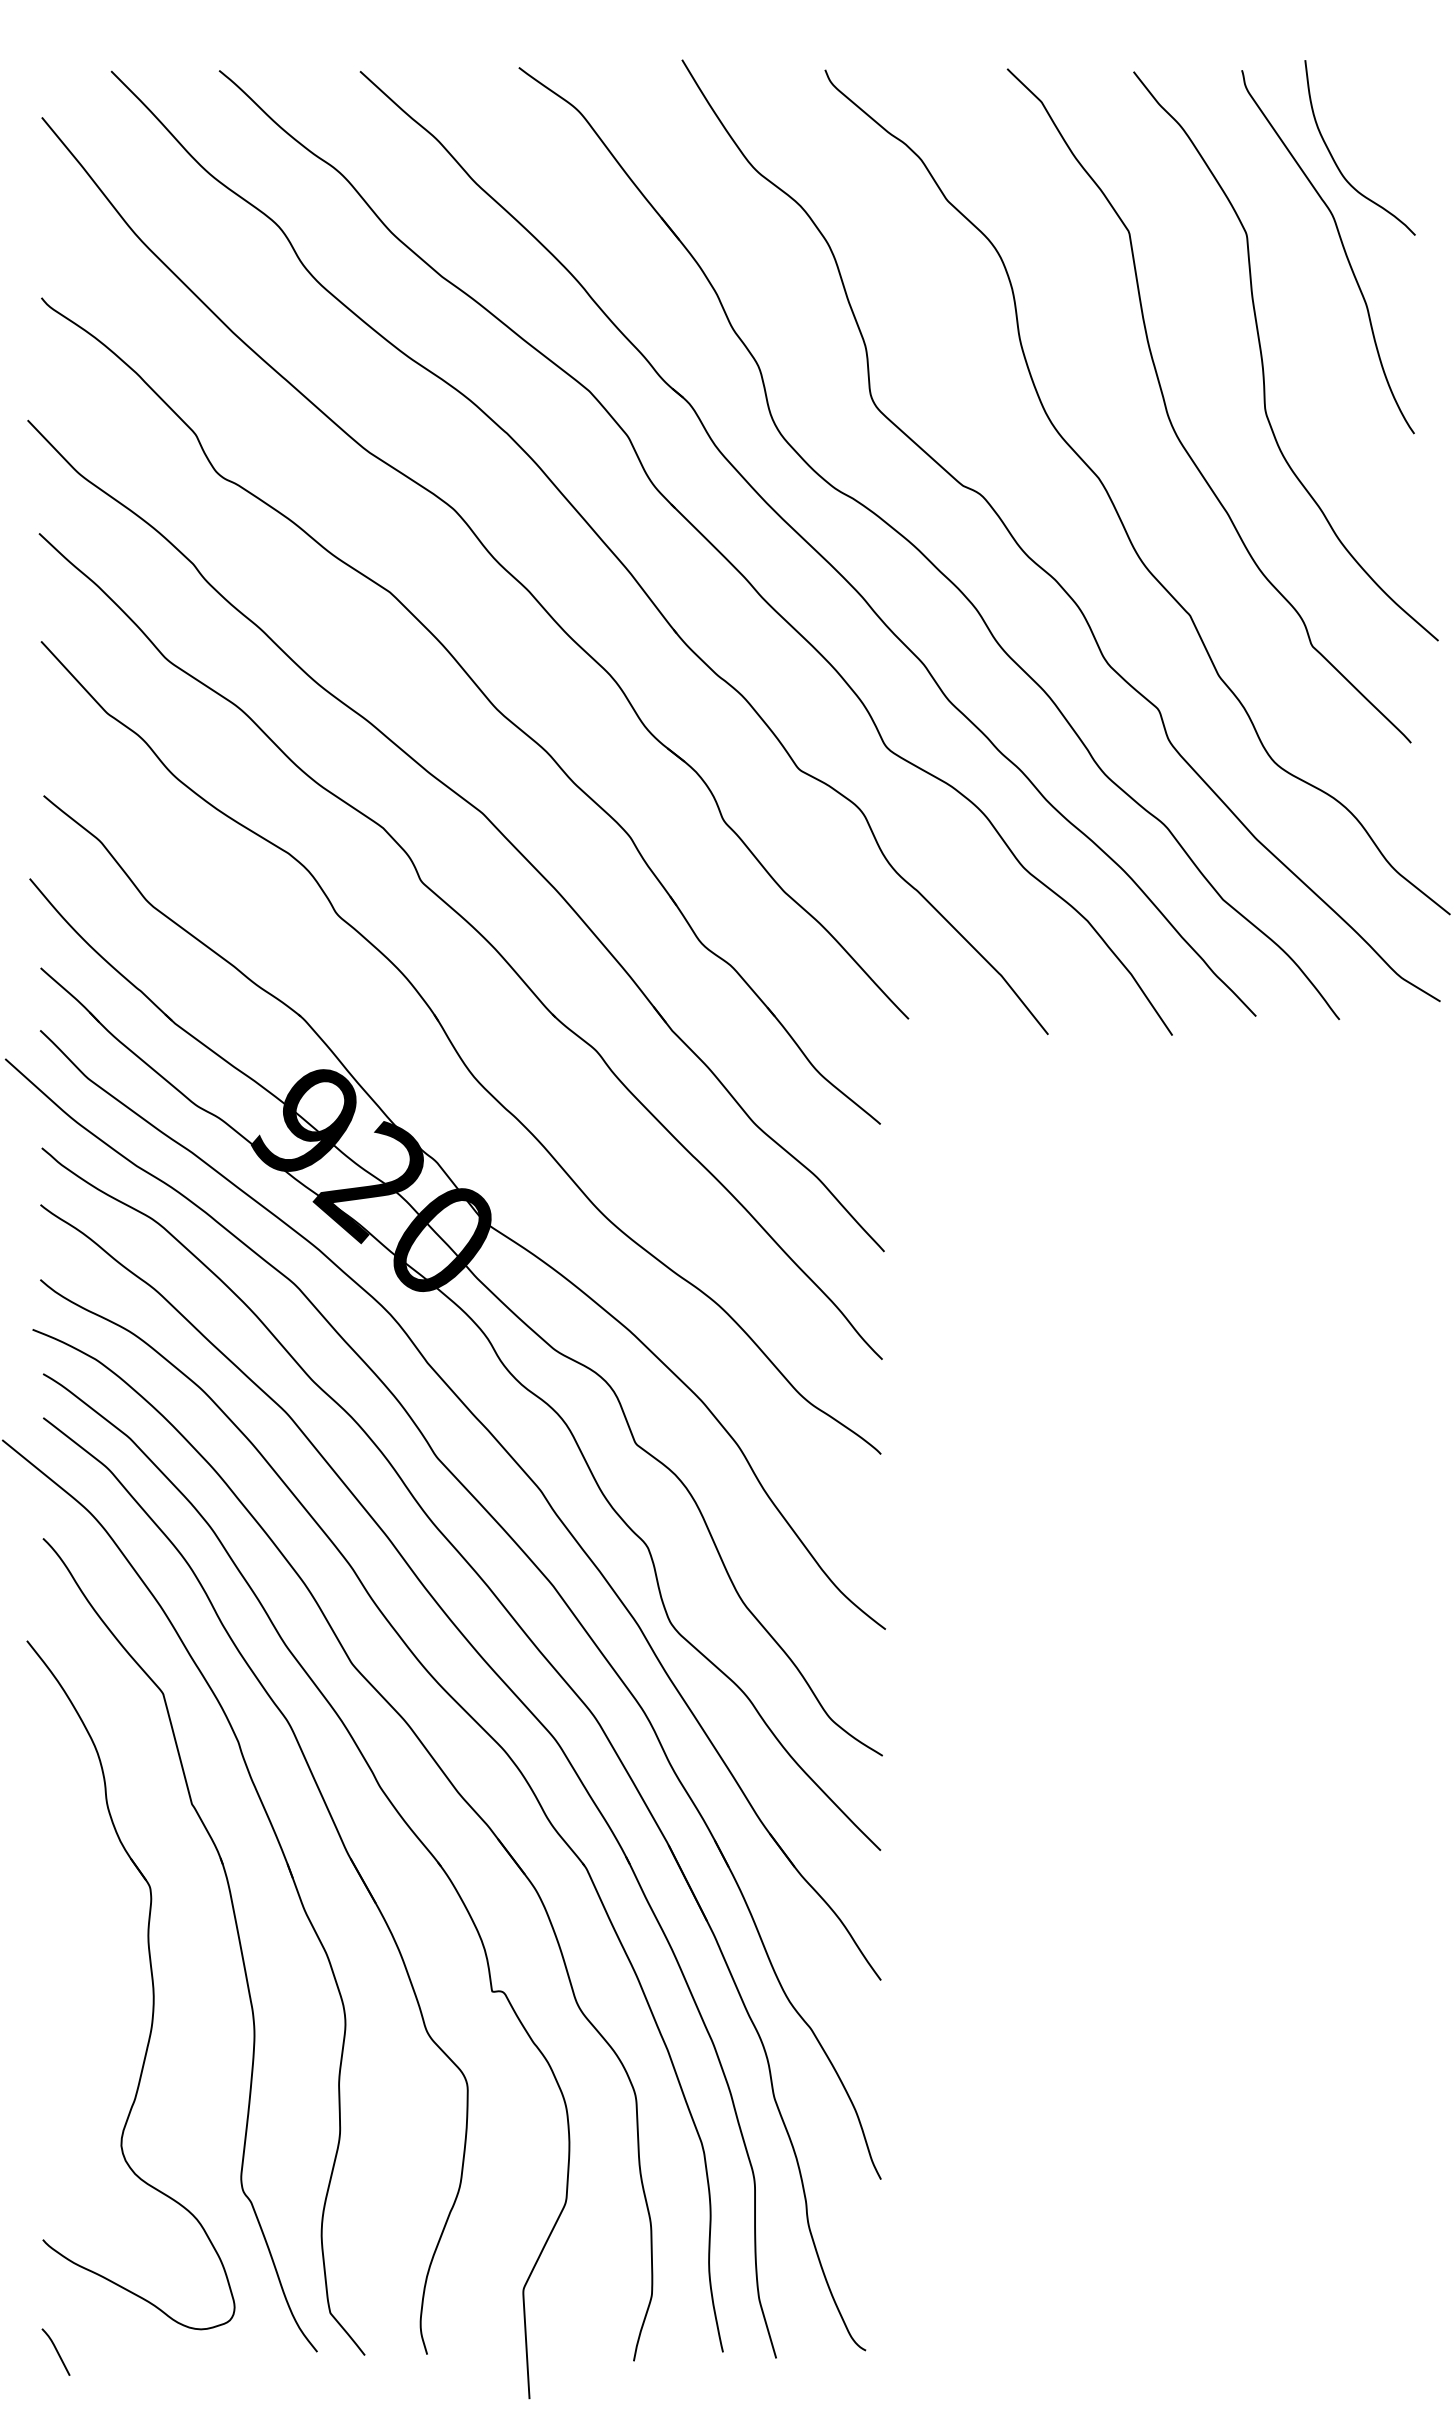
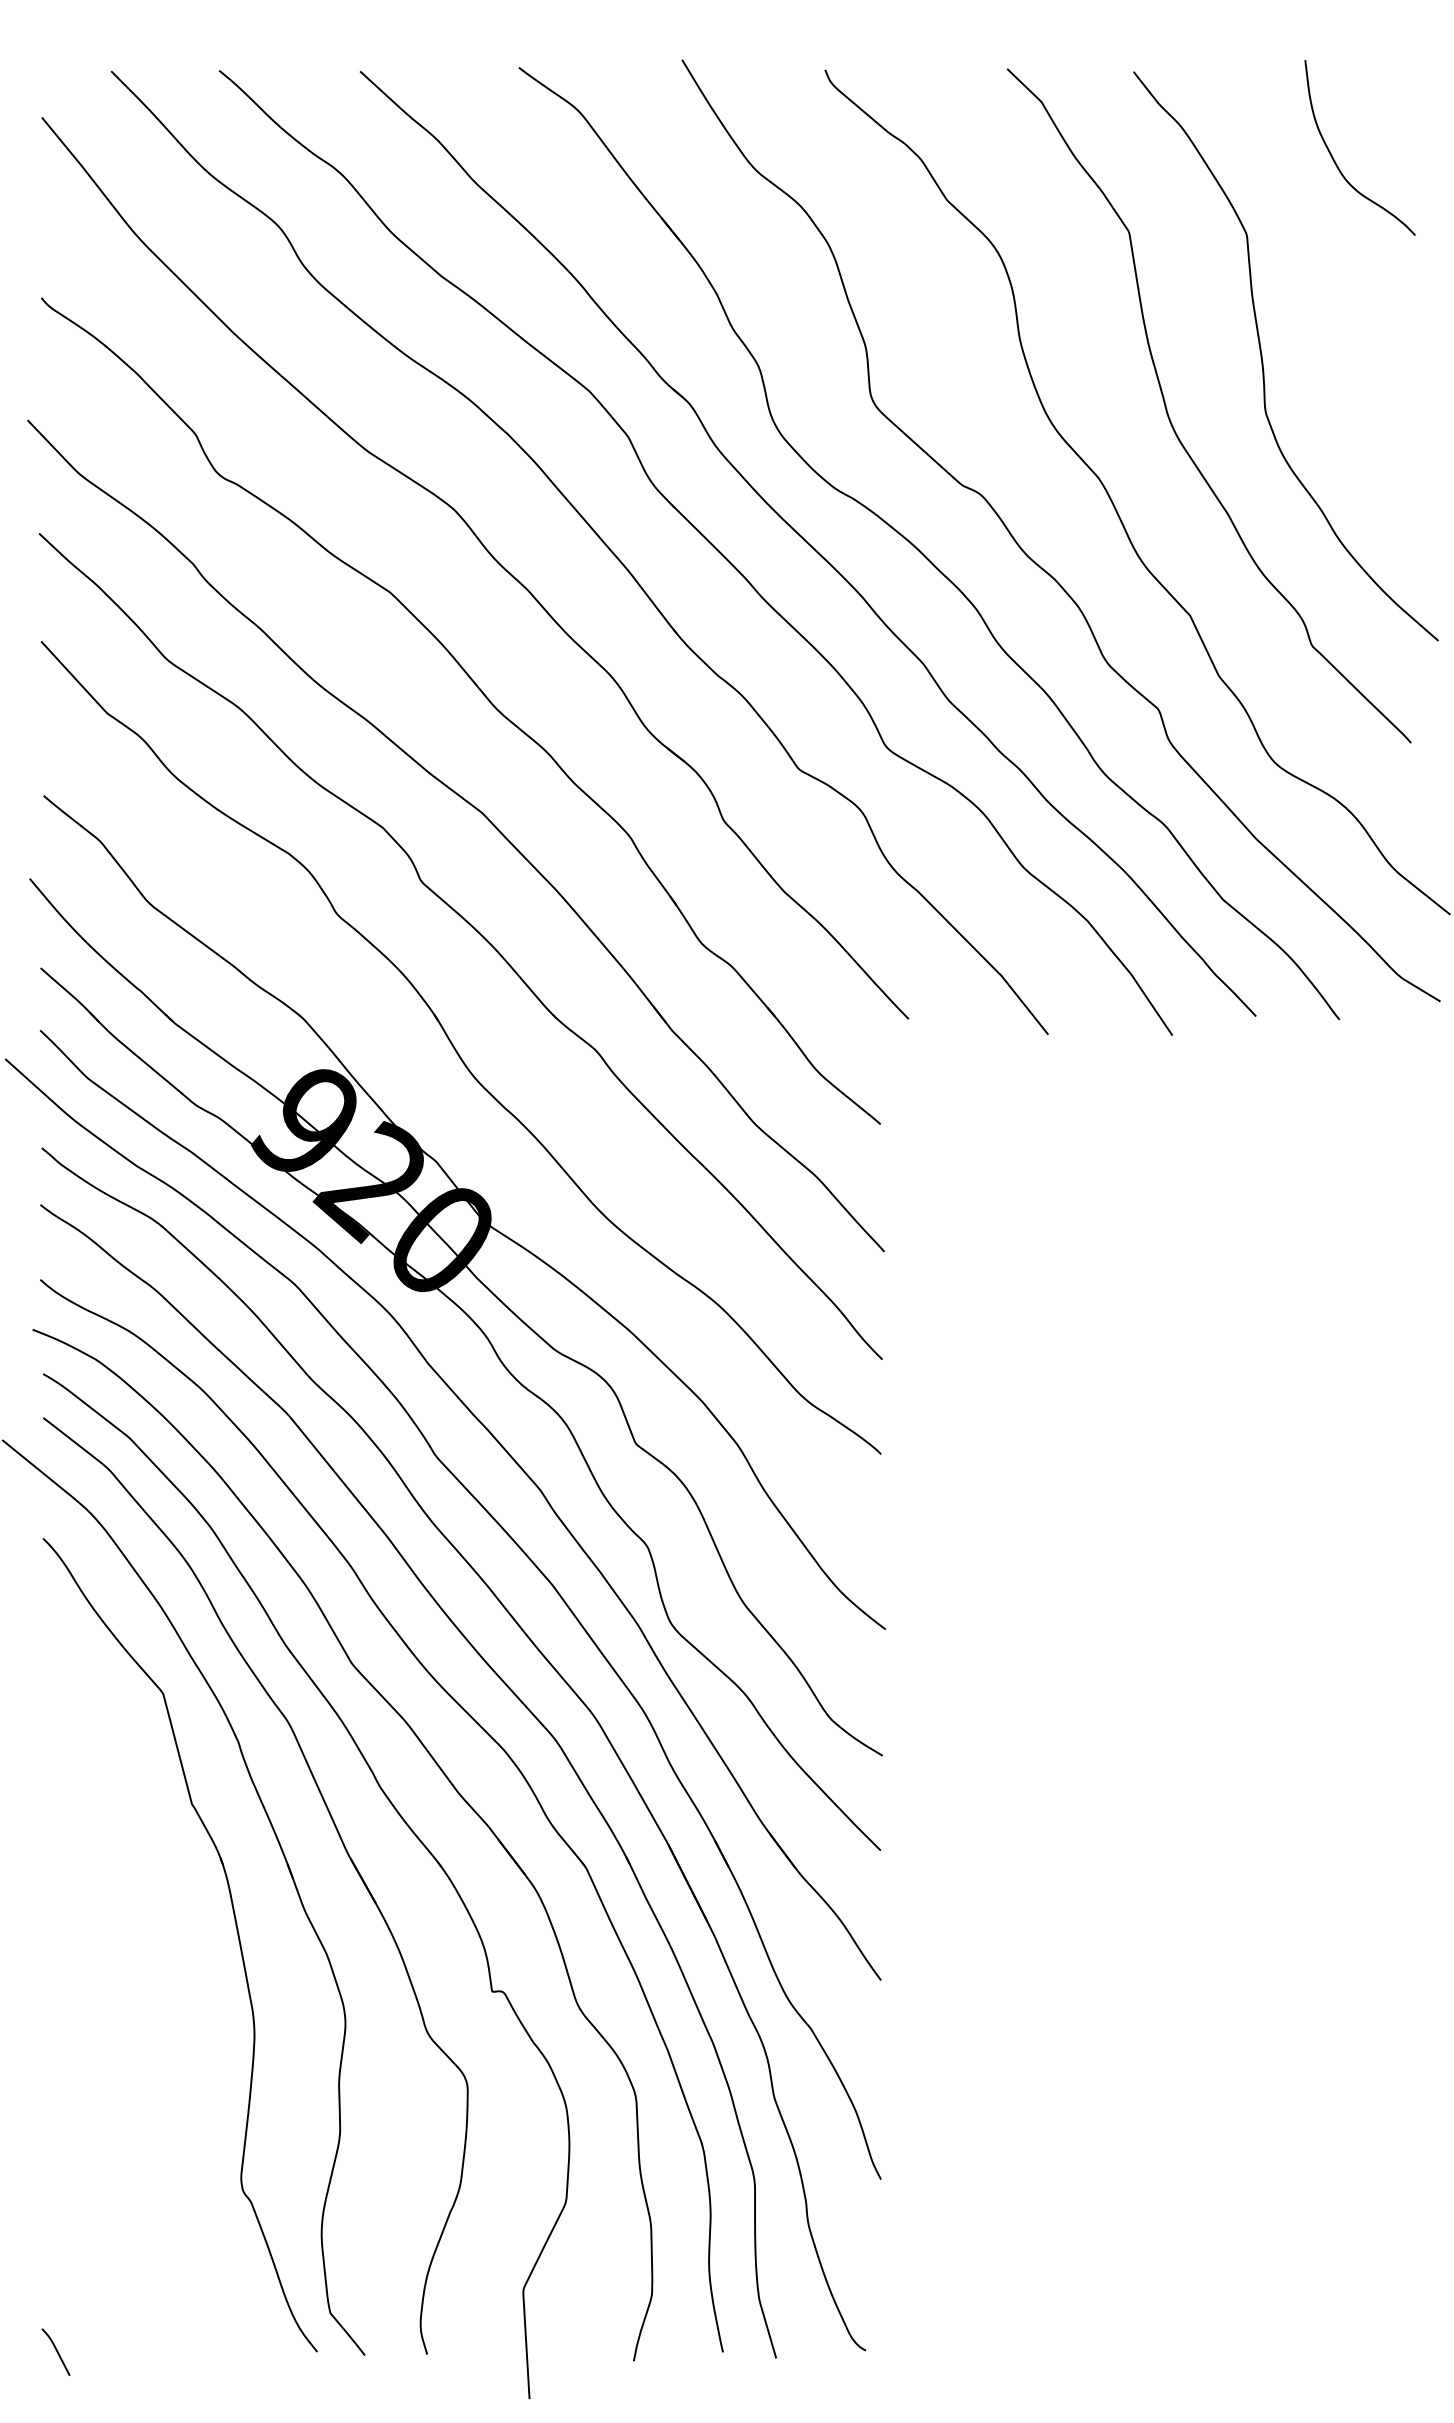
curve at (1342, 247): present -> none
part at (151, 1981): present -> none
